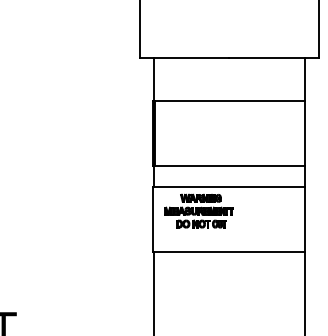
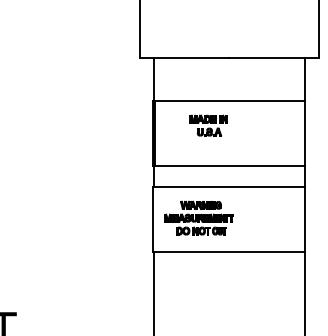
part at (208, 125): none -> present
part at (198, 210) position: (198, 210) -> (198, 217)
